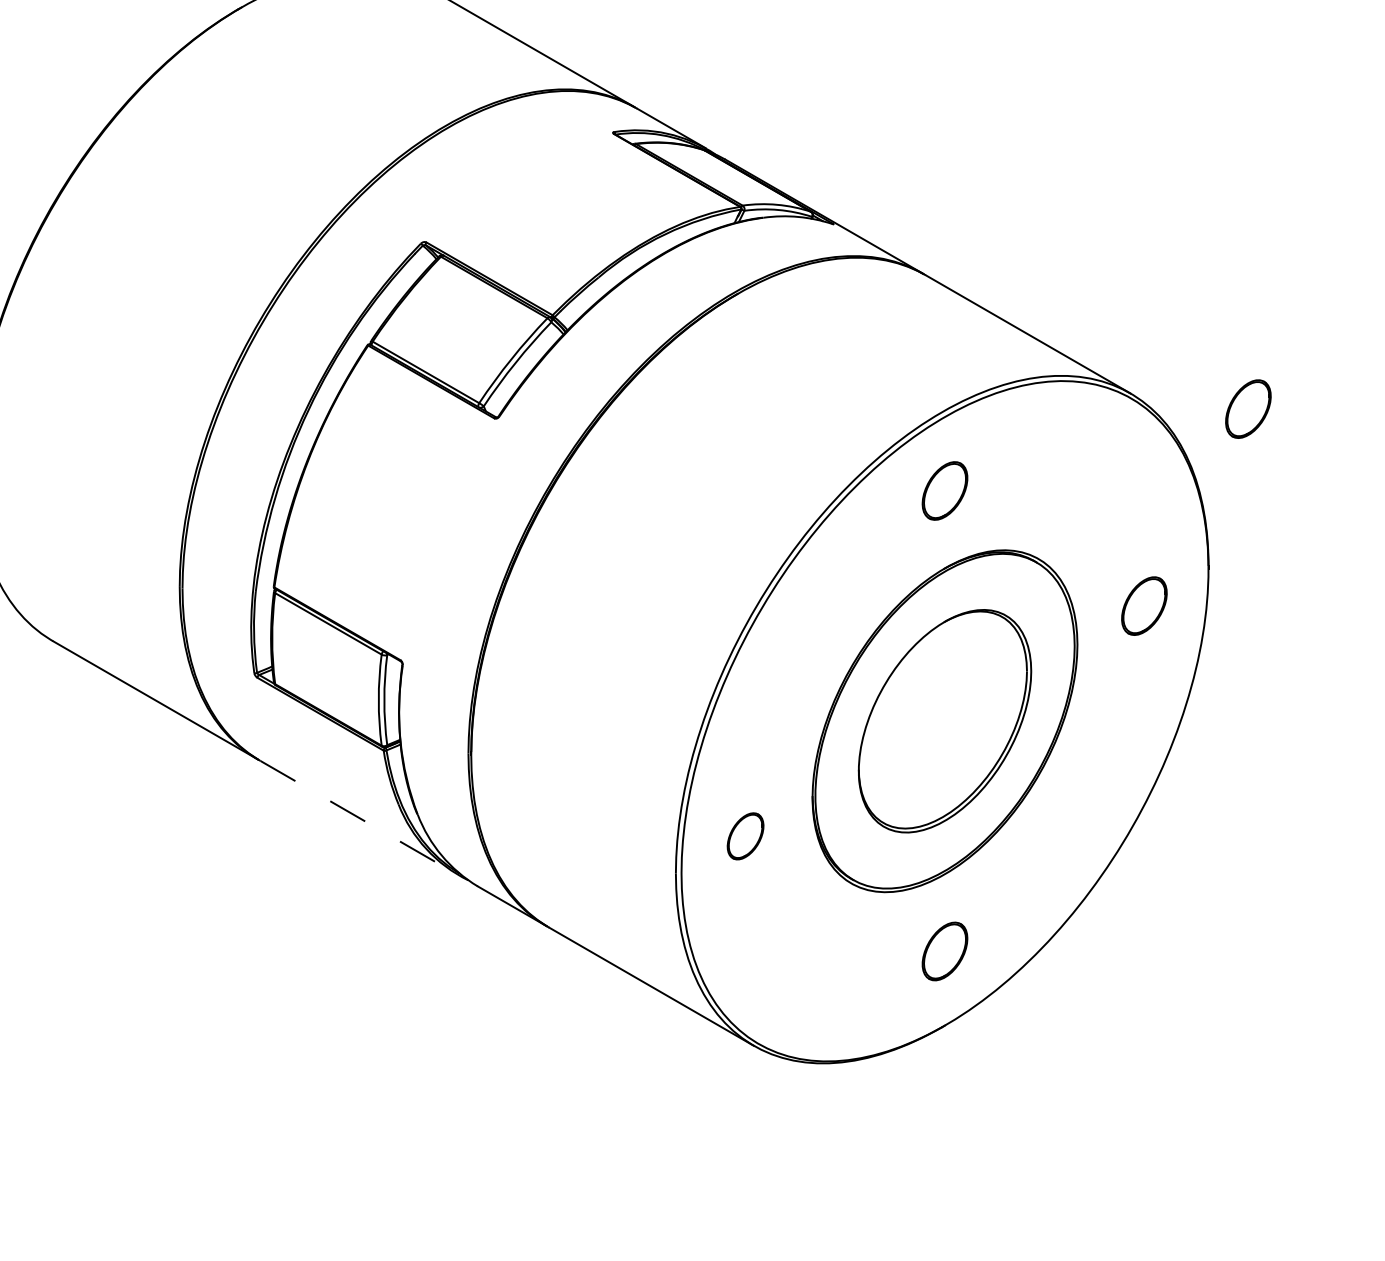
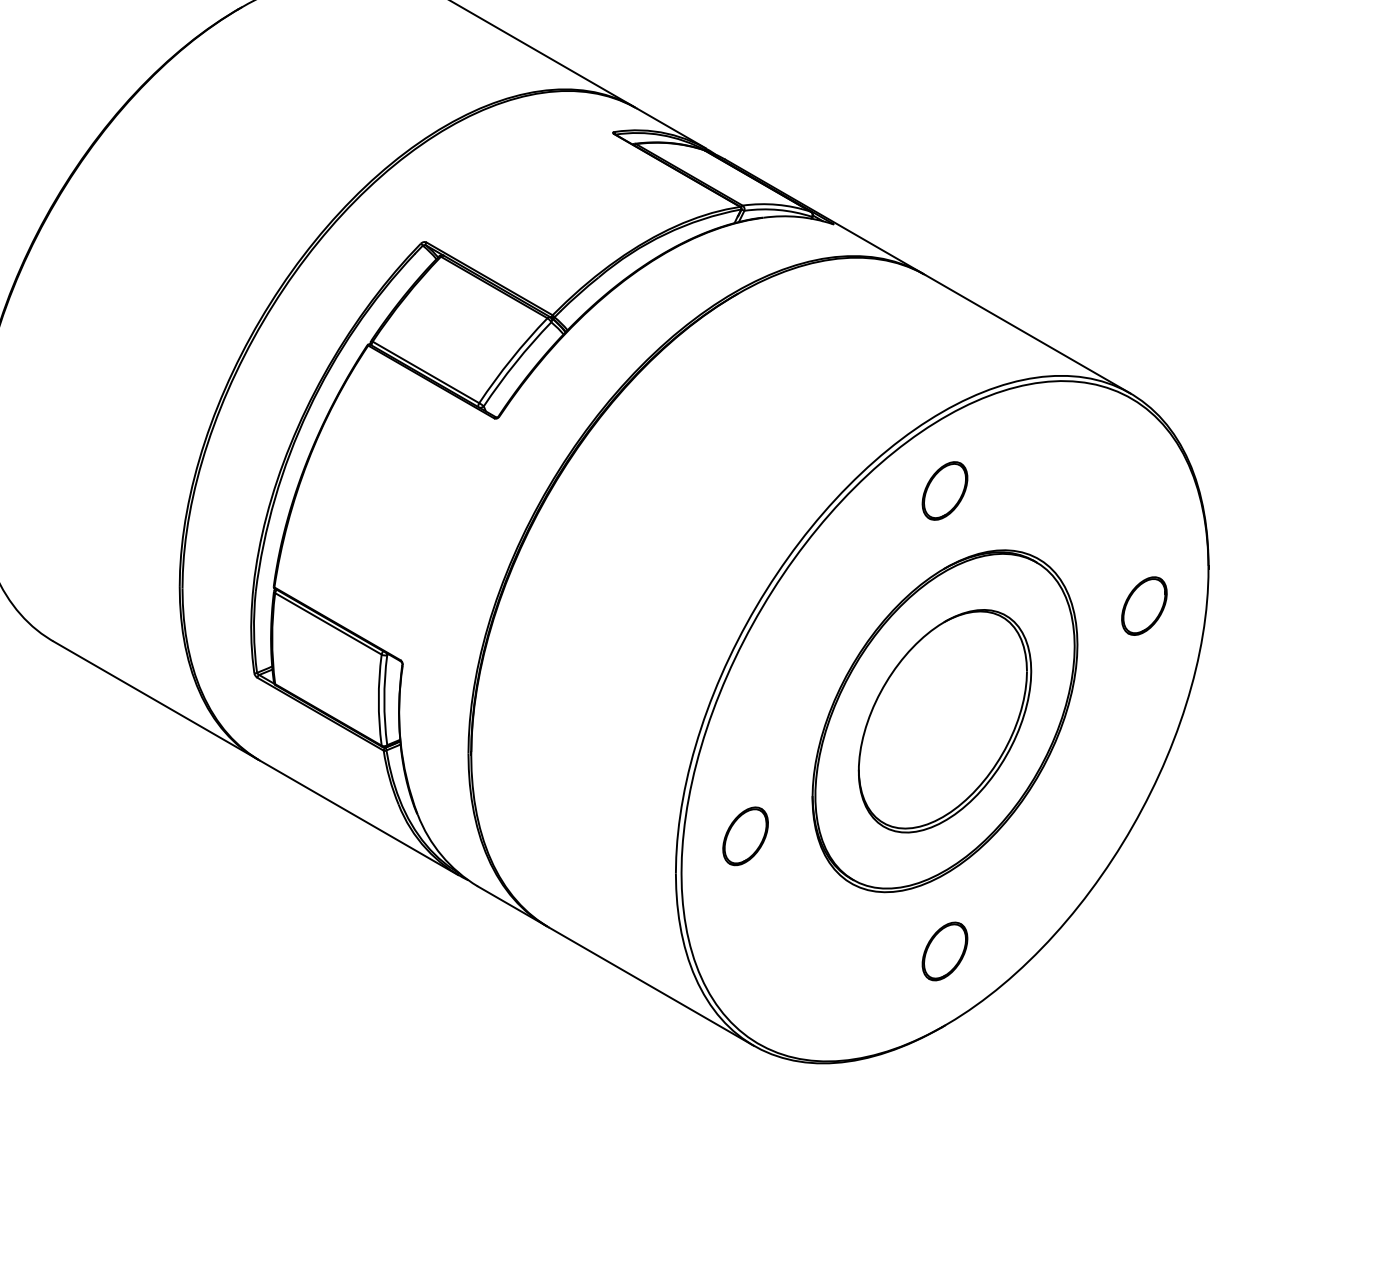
part at (1248, 408): present -> none
line at (359, 818): dashed -> solid
part at (745, 836) size: 39x49 px -> 47x61 px
